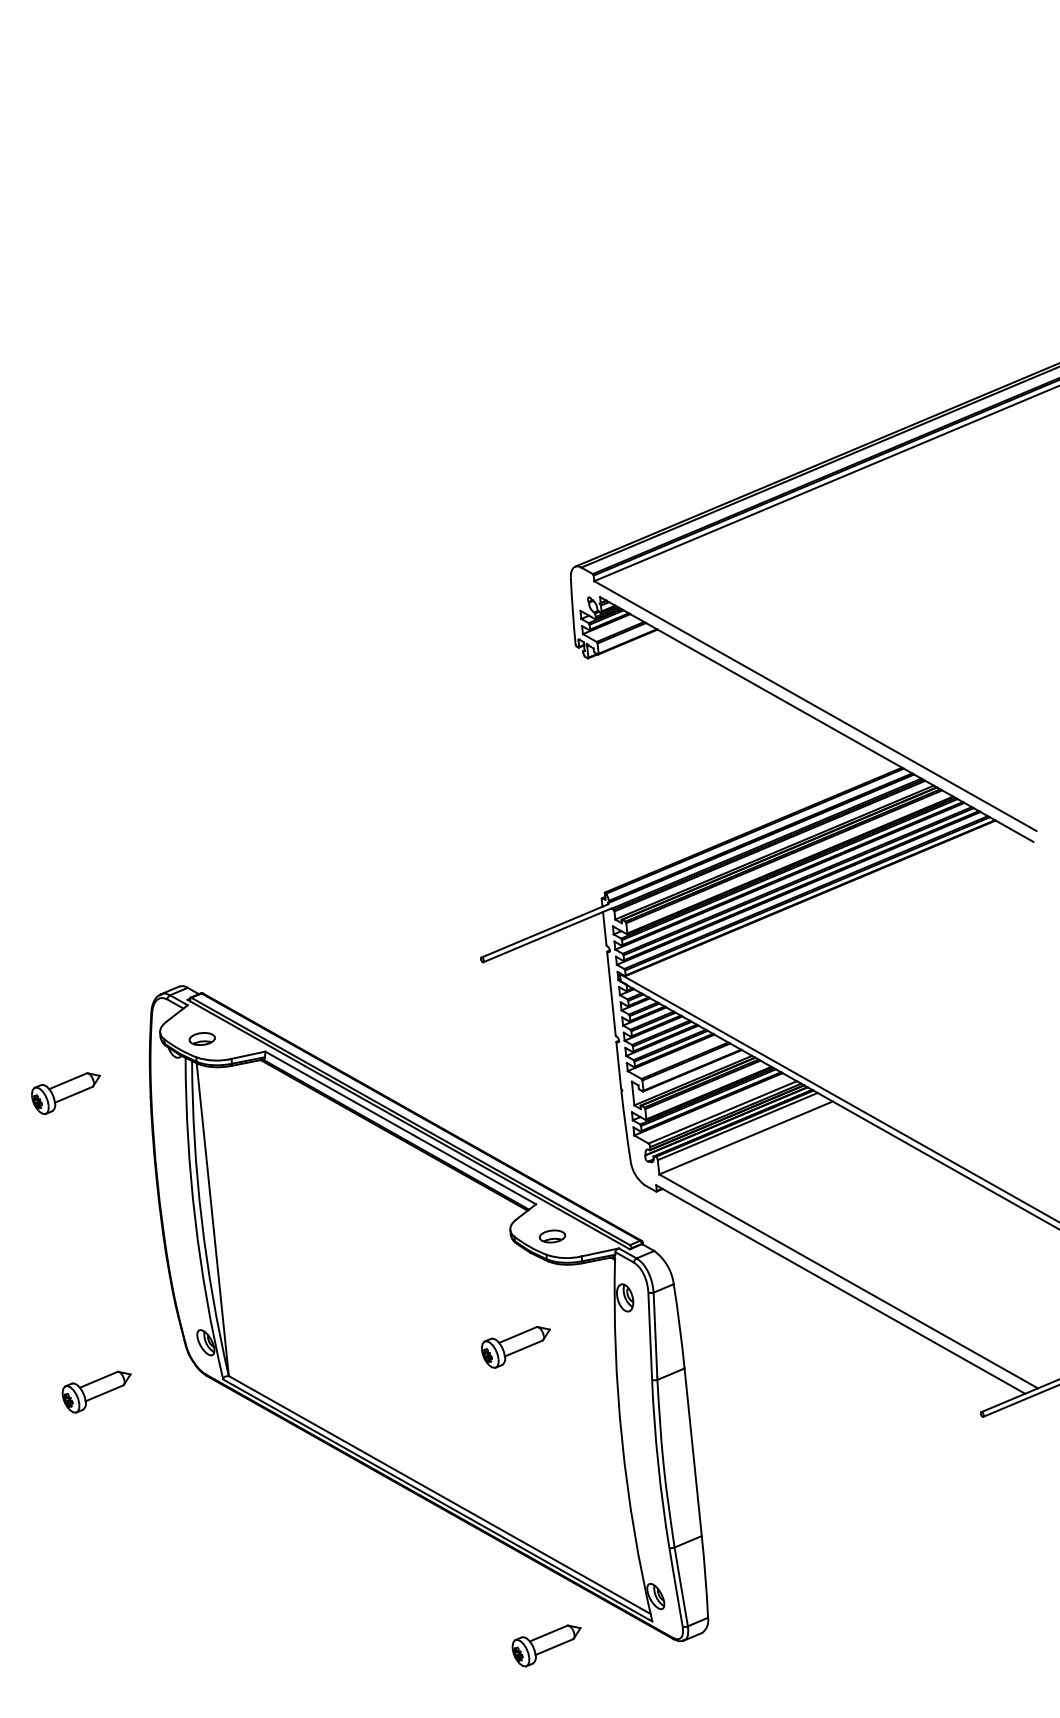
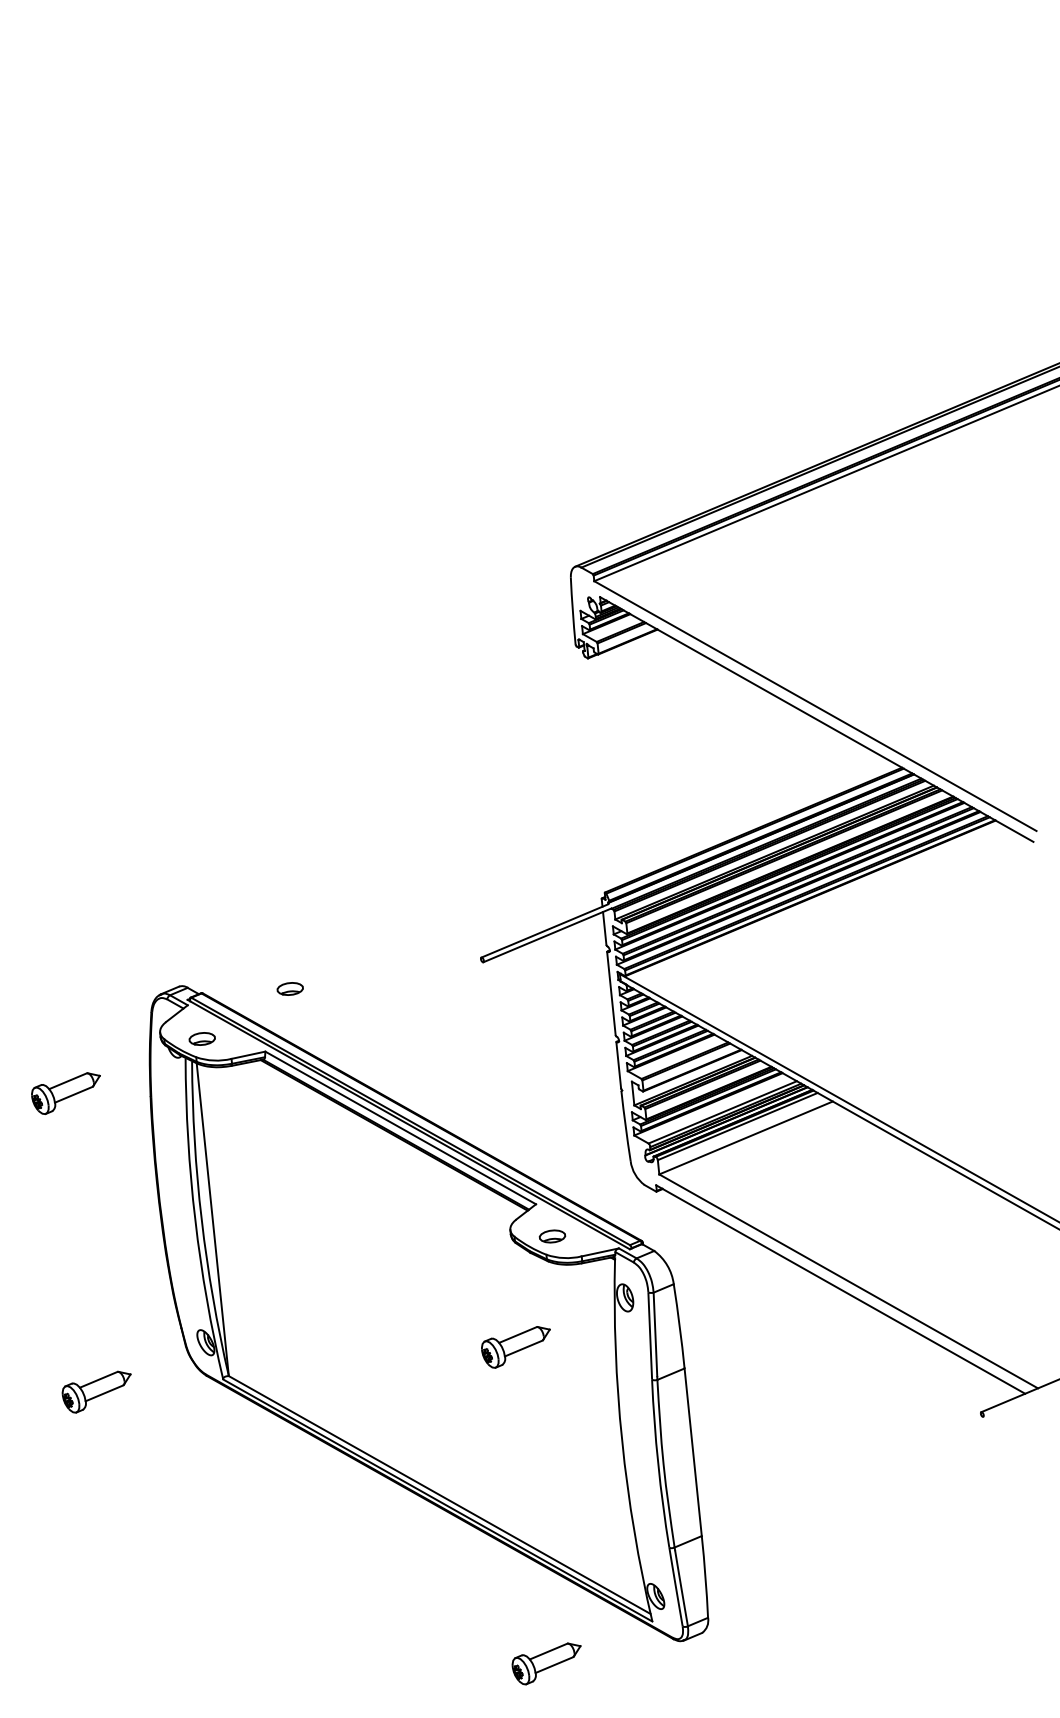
part at (289, 988): none -> present
line at (1019, 1401): present -> none
part at (546, 1645) position: (546, 1645) -> (546, 1663)
